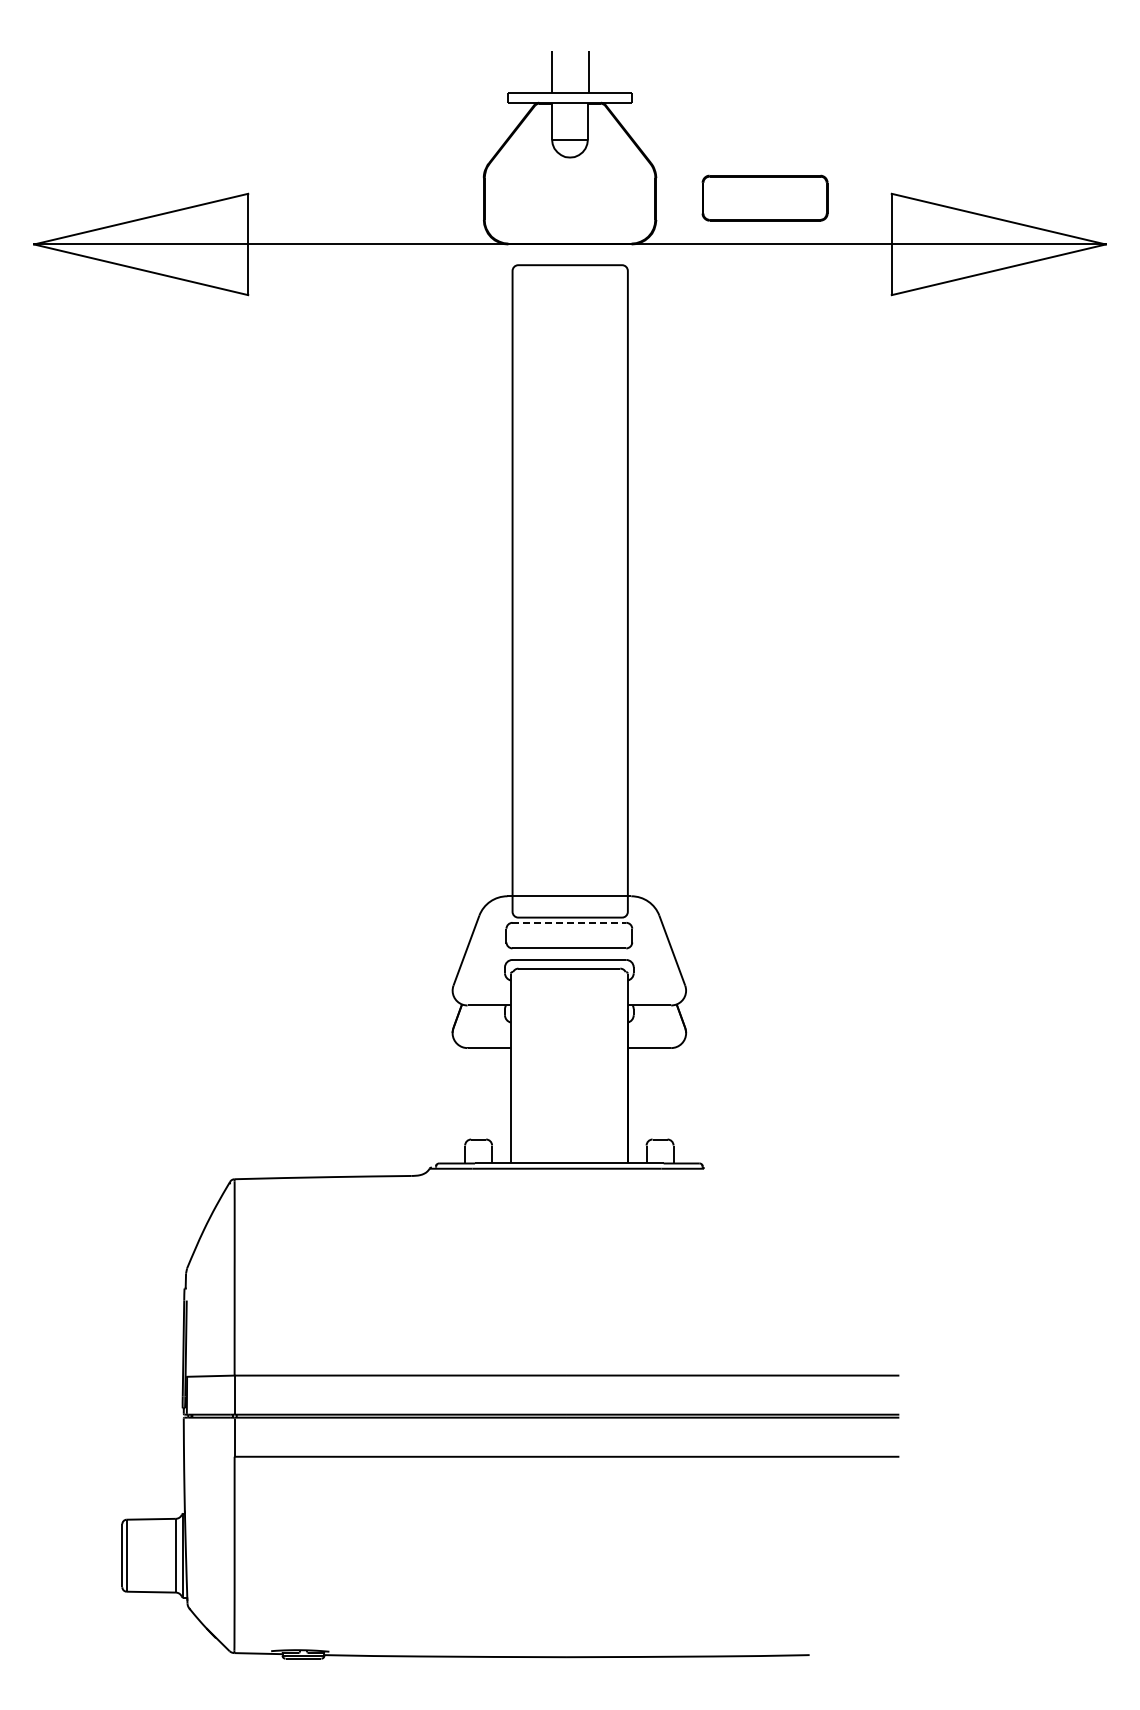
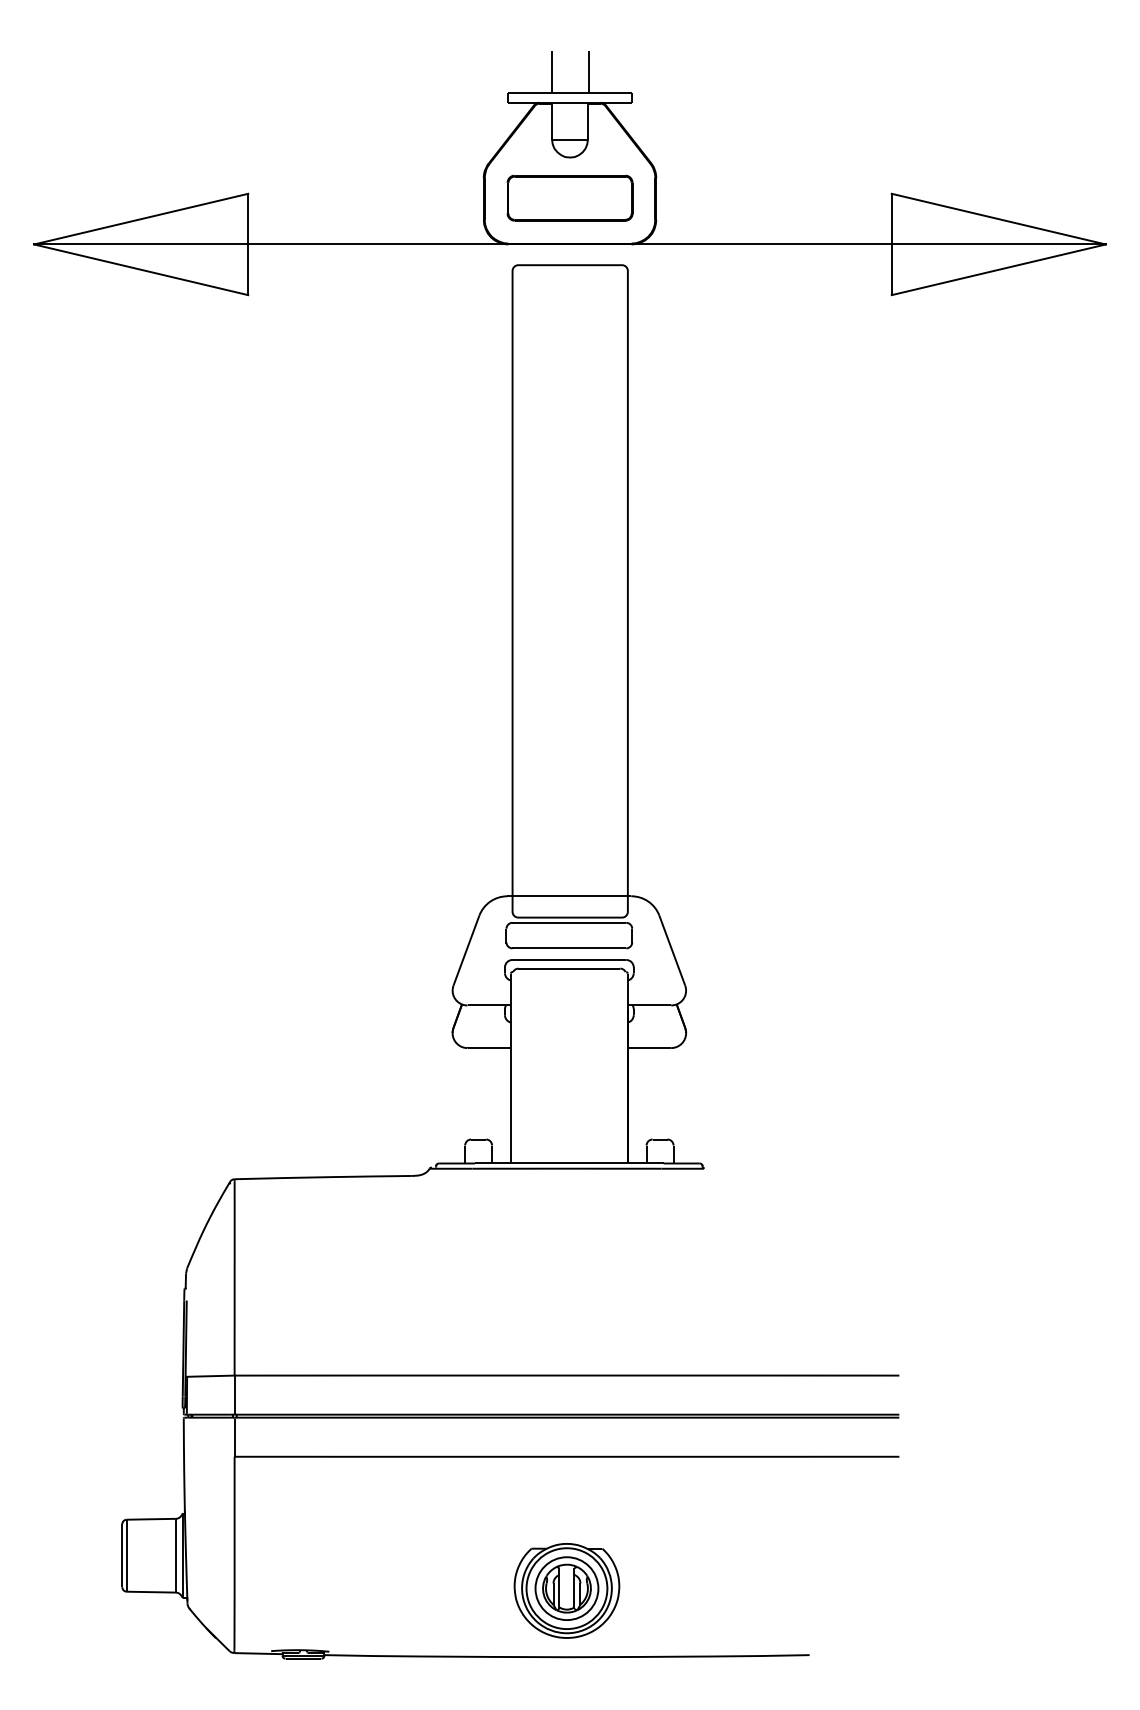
part at (764, 197) position: (764, 197) -> (569, 197)
line at (569, 922): dashed -> solid
part at (566, 1590): none -> present
